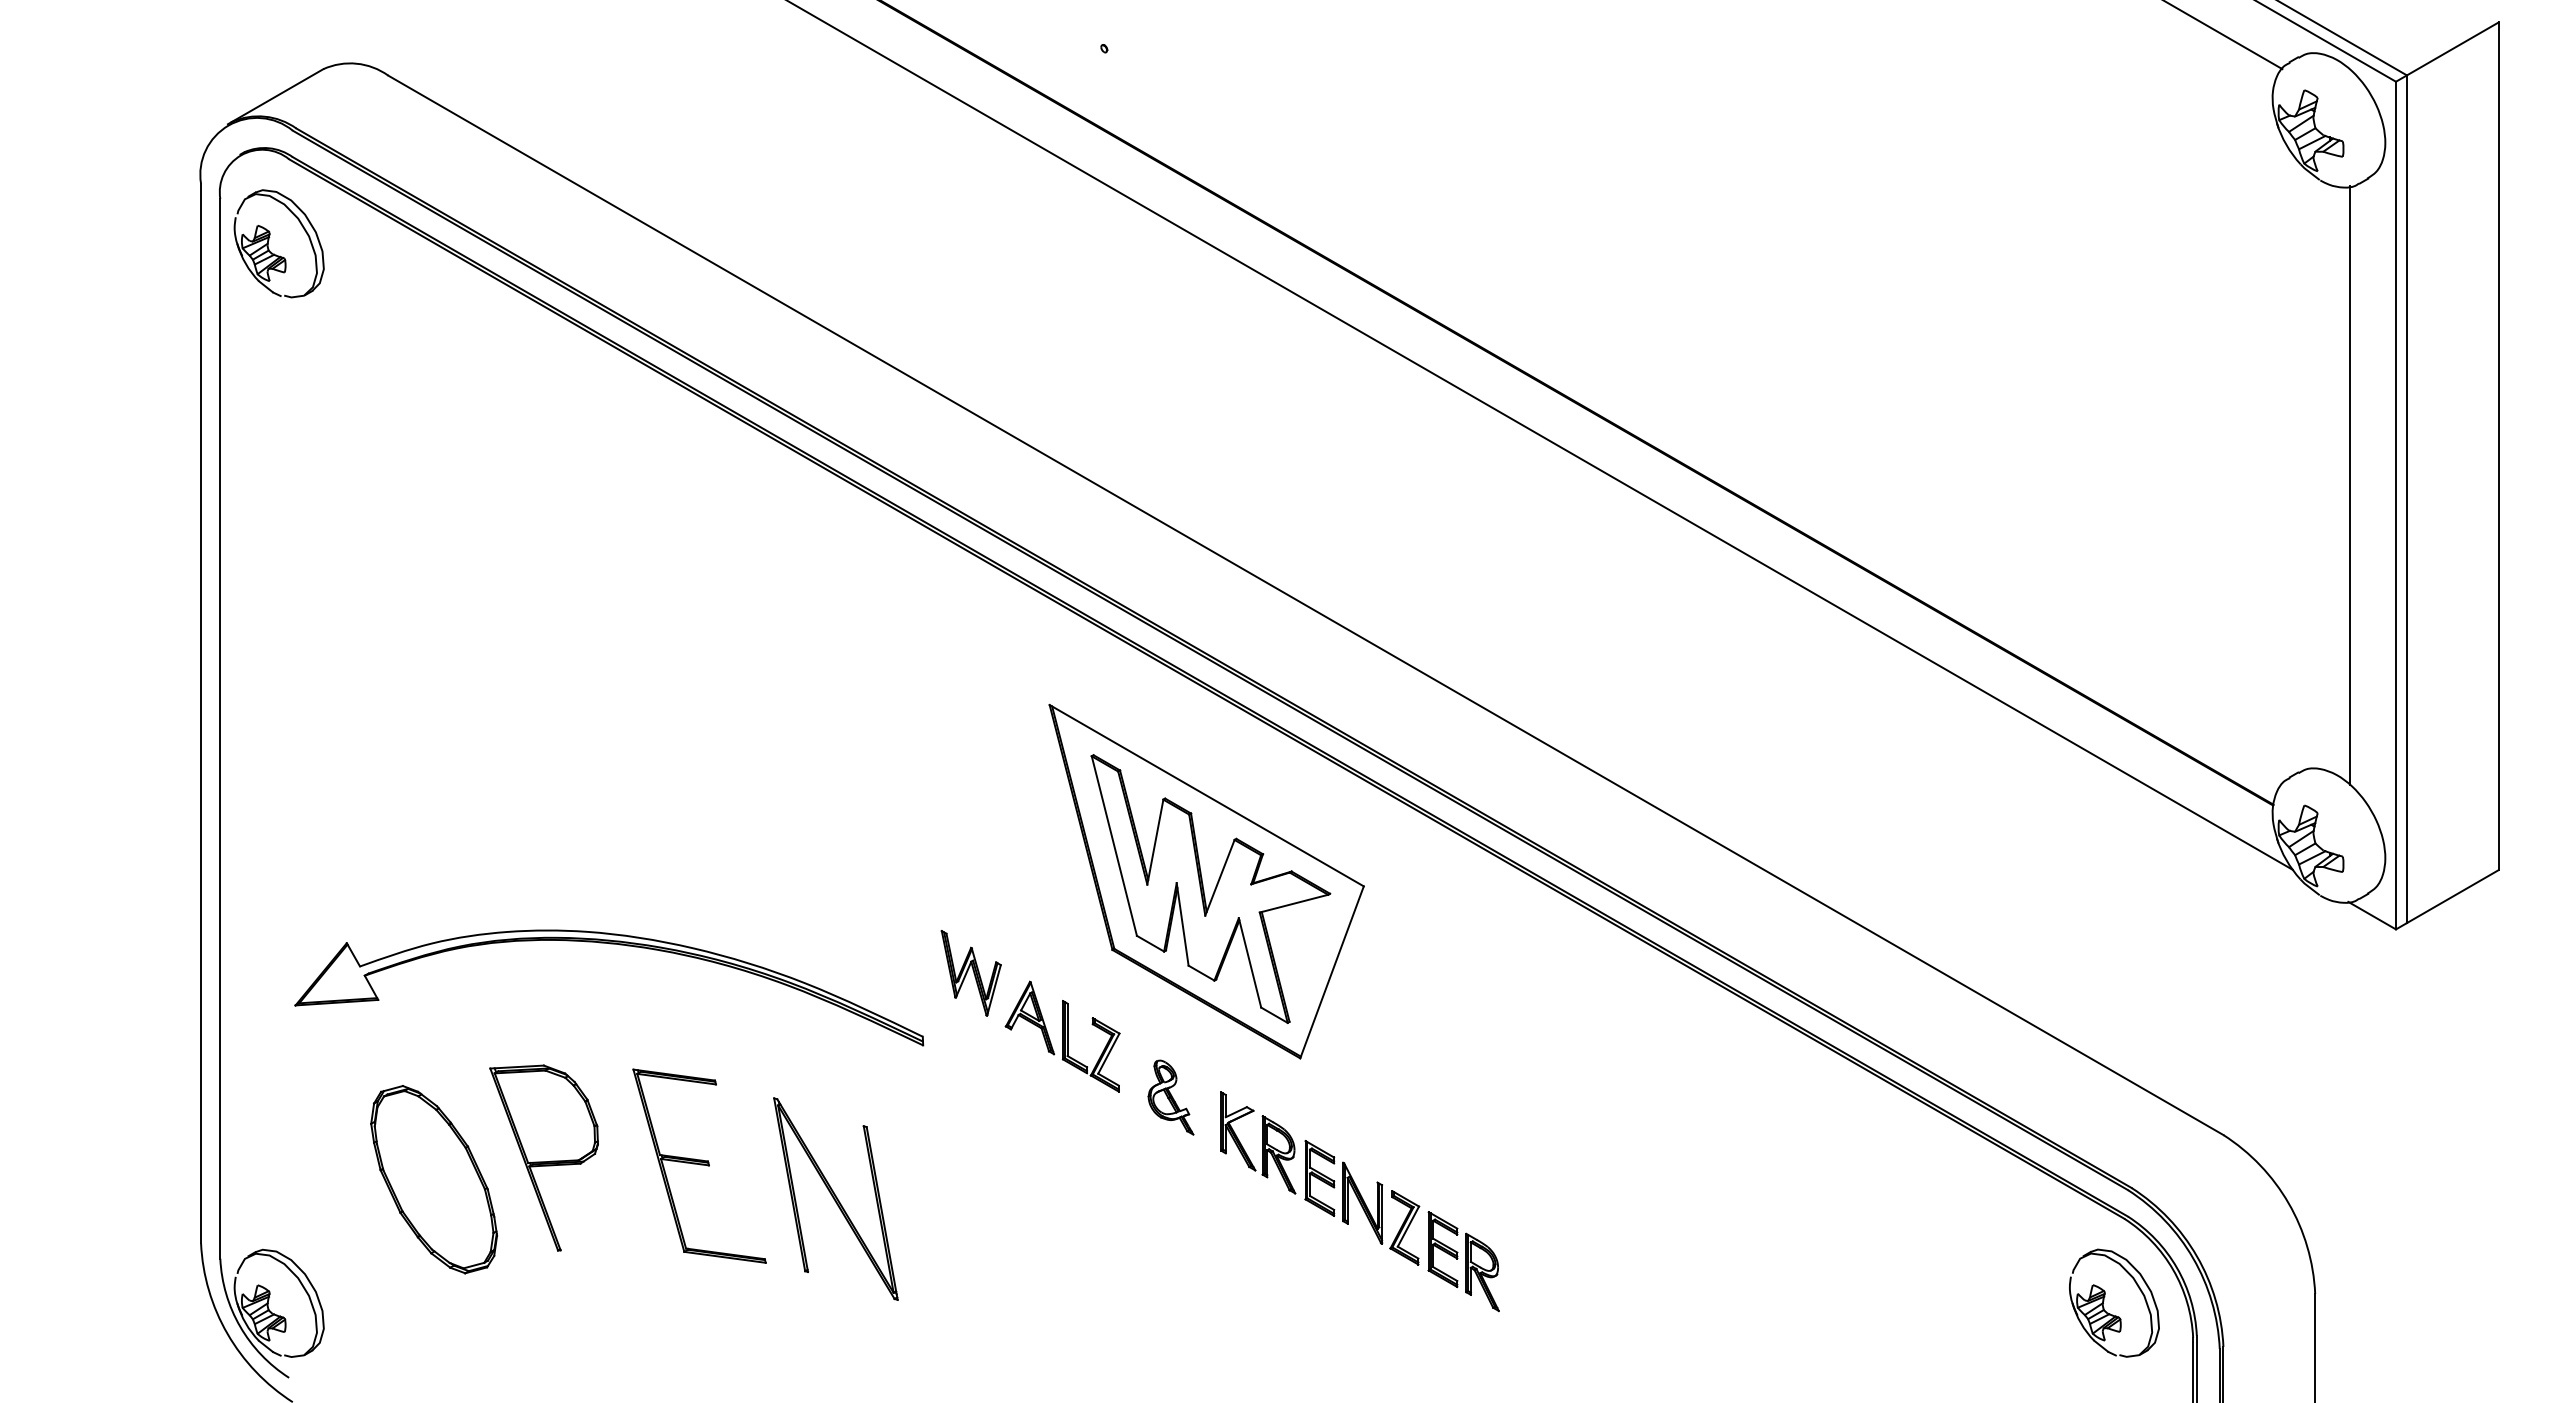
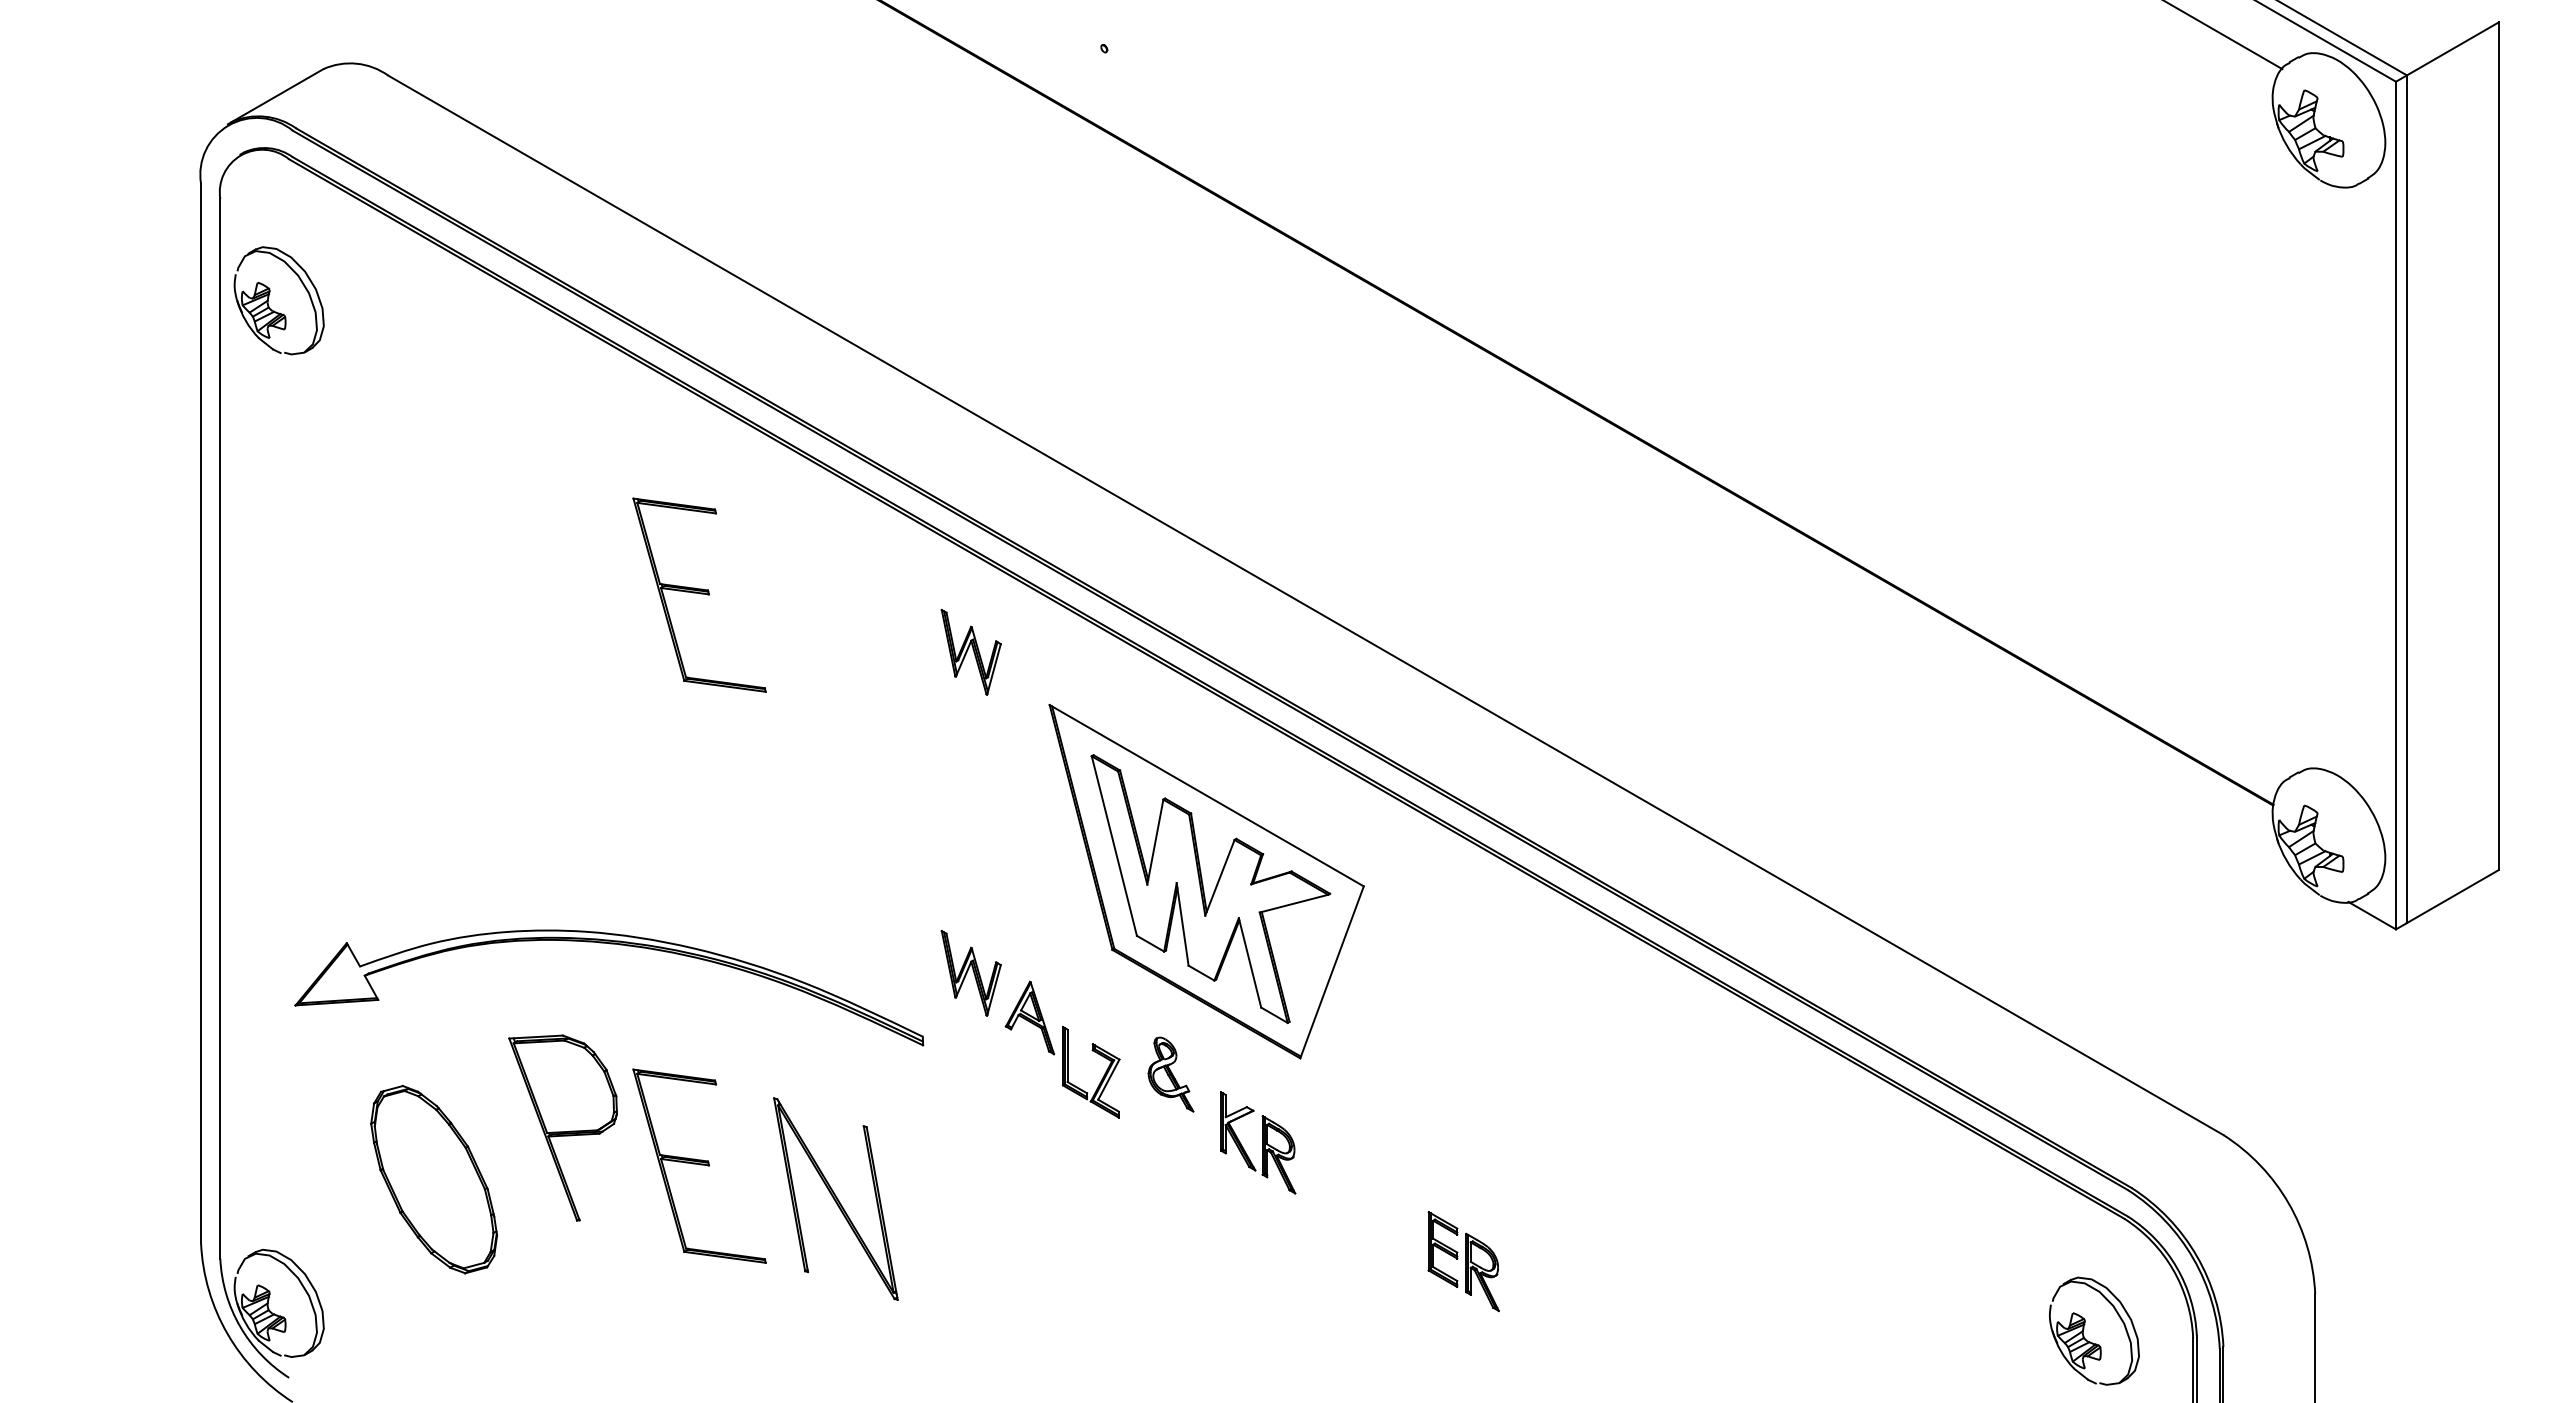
part at (269, 240) position: (269, 240) -> (269, 297)
line at (1541, 435): present -> none
line at (2350, 485): present -> none
part at (699, 594): none -> present
part at (970, 652): none -> present
part at (1102, 1051) position: (1102, 1051) -> (1102, 1077)
part at (1170, 1097) position: (1170, 1097) -> (1170, 1074)
part at (543, 1157) position: (543, 1157) -> (562, 1127)
part at (1362, 1202): present -> none
part at (2104, 1301) position: (2104, 1301) -> (2084, 1329)
